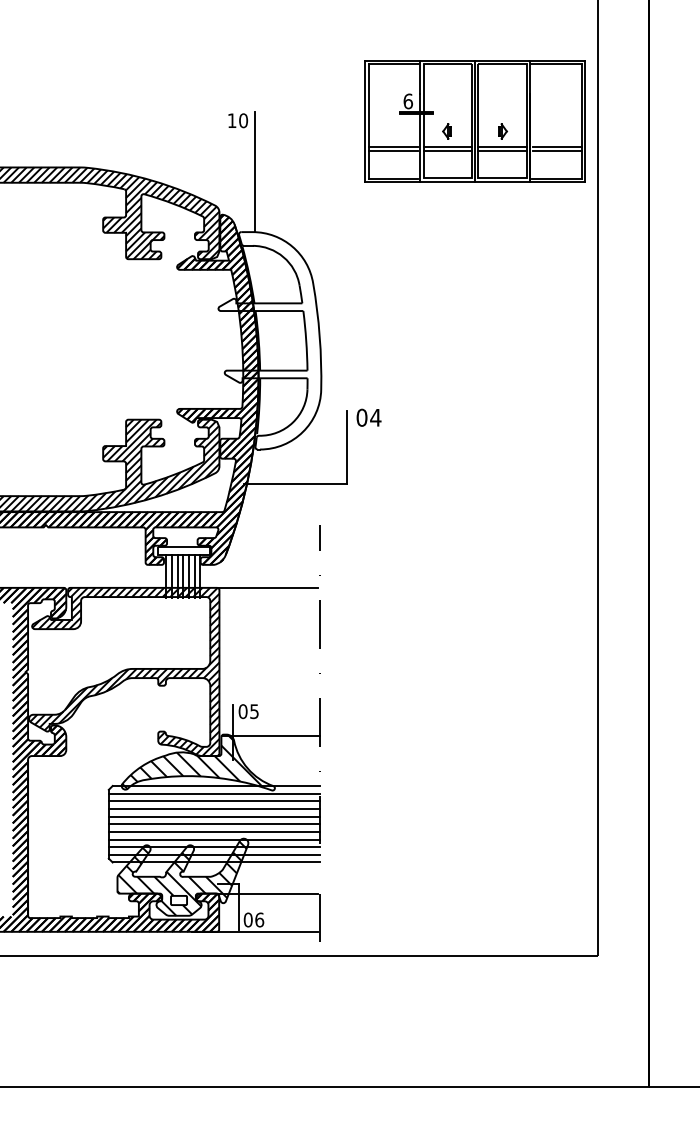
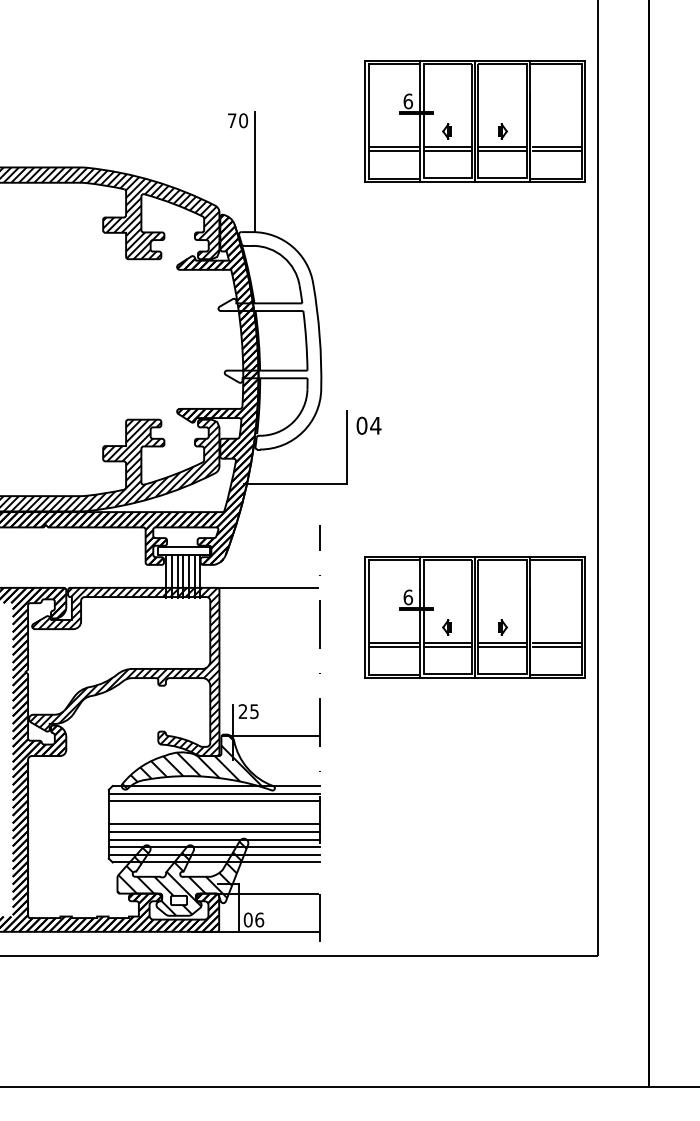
text at (232, 120): 10 -> 70
text at (368, 417) position: (368, 417) -> (368, 425)
part at (474, 617): none -> present
text at (242, 711): 05 -> 25
line at (213, 808): present -> none
line at (213, 816): present -> none
